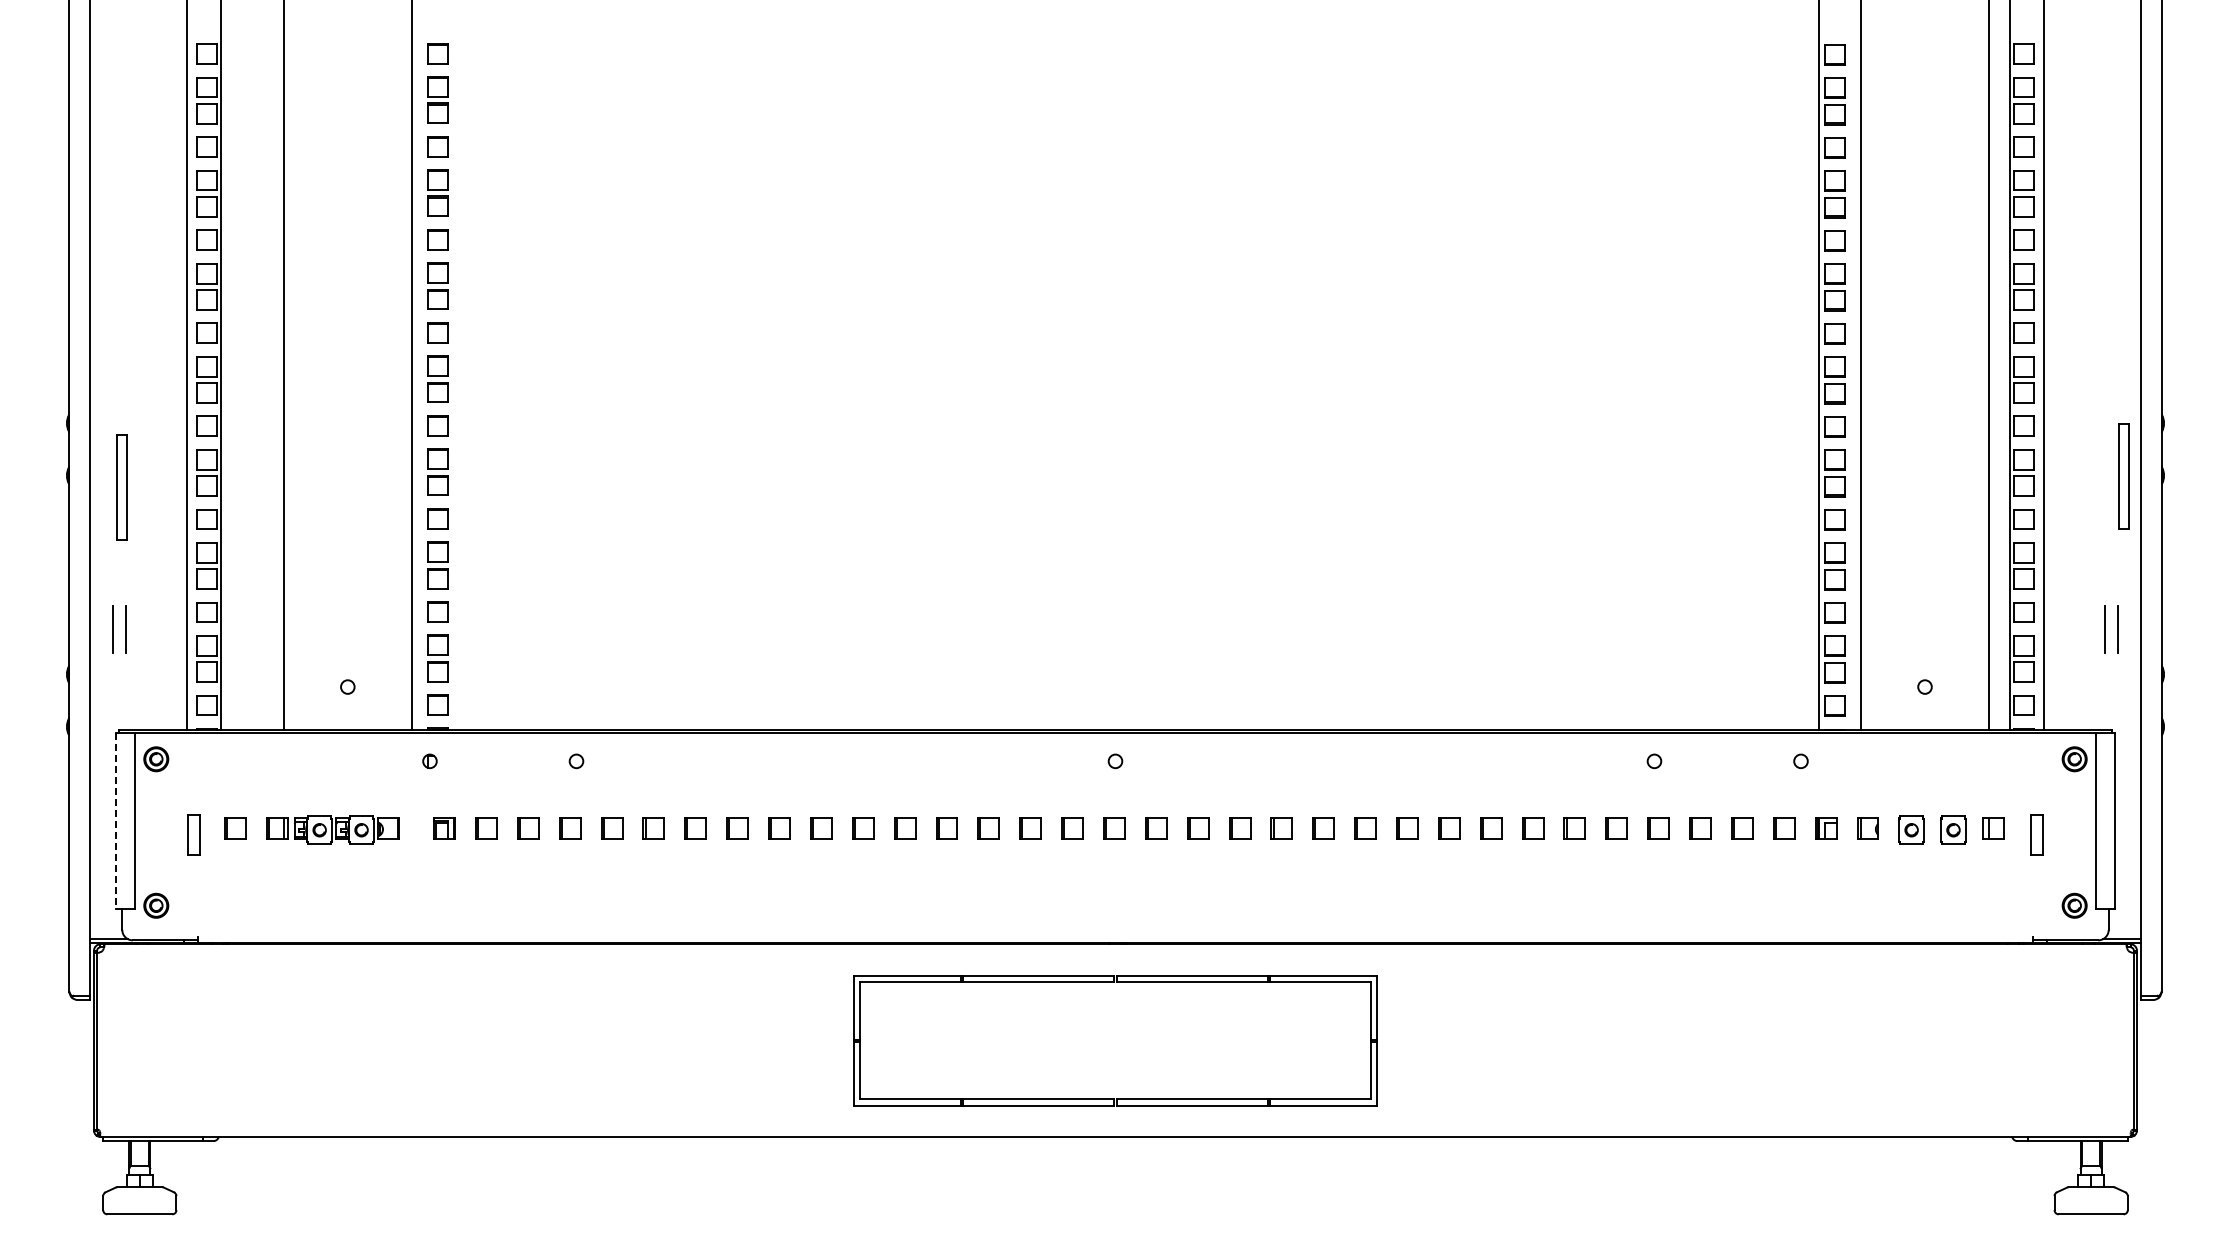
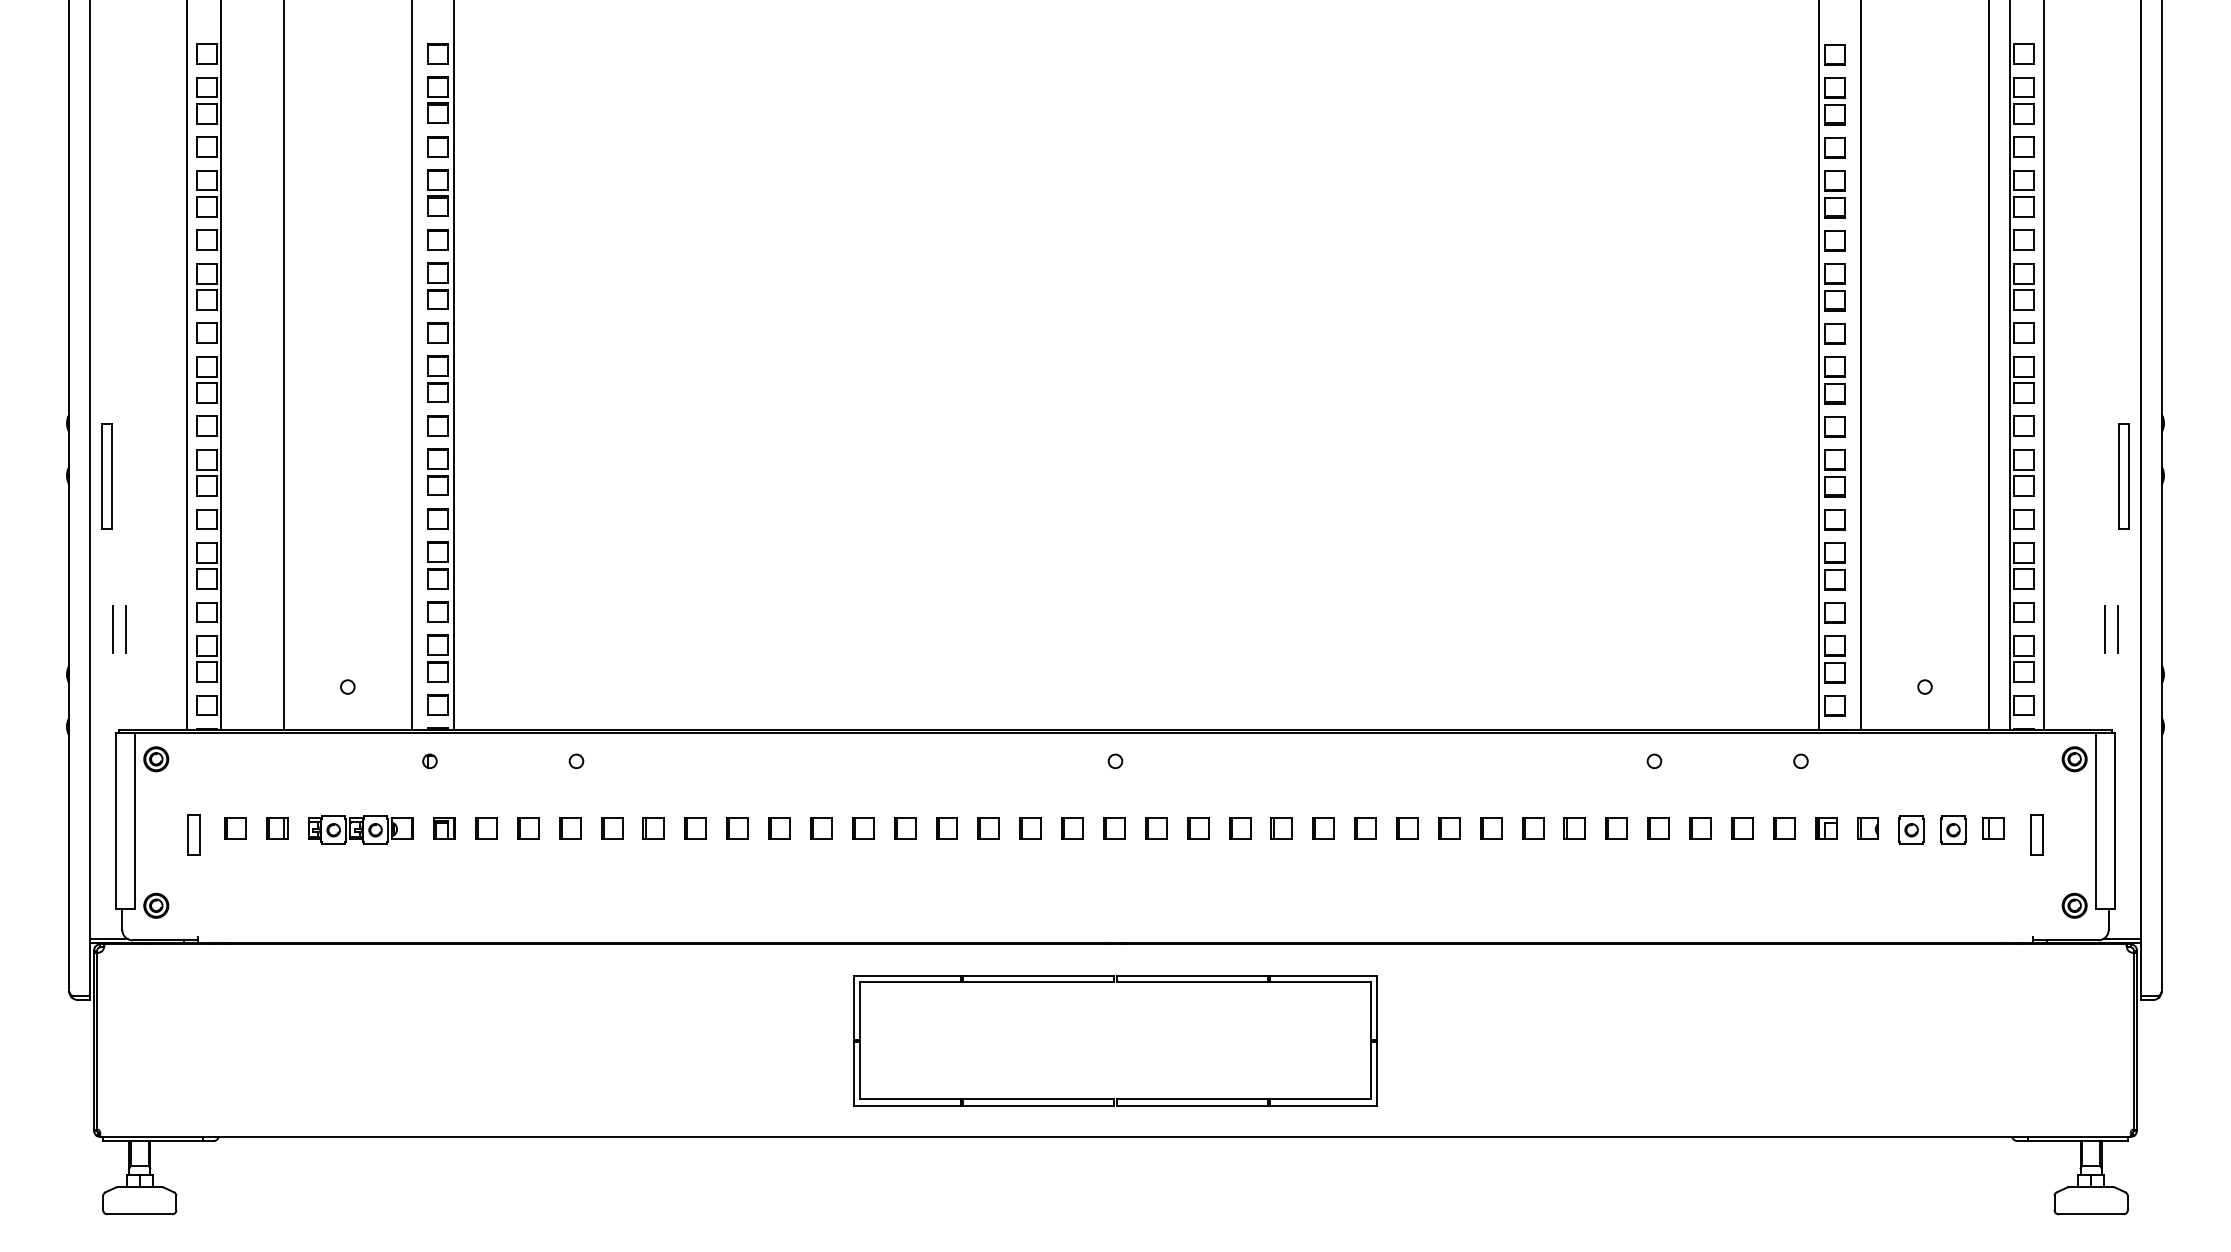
line at (453, 365): none -> present
part at (121, 487) position: (121, 487) -> (106, 476)
line at (116, 821): dashed -> solid
part at (346, 829) position: (346, 829) -> (360, 829)
